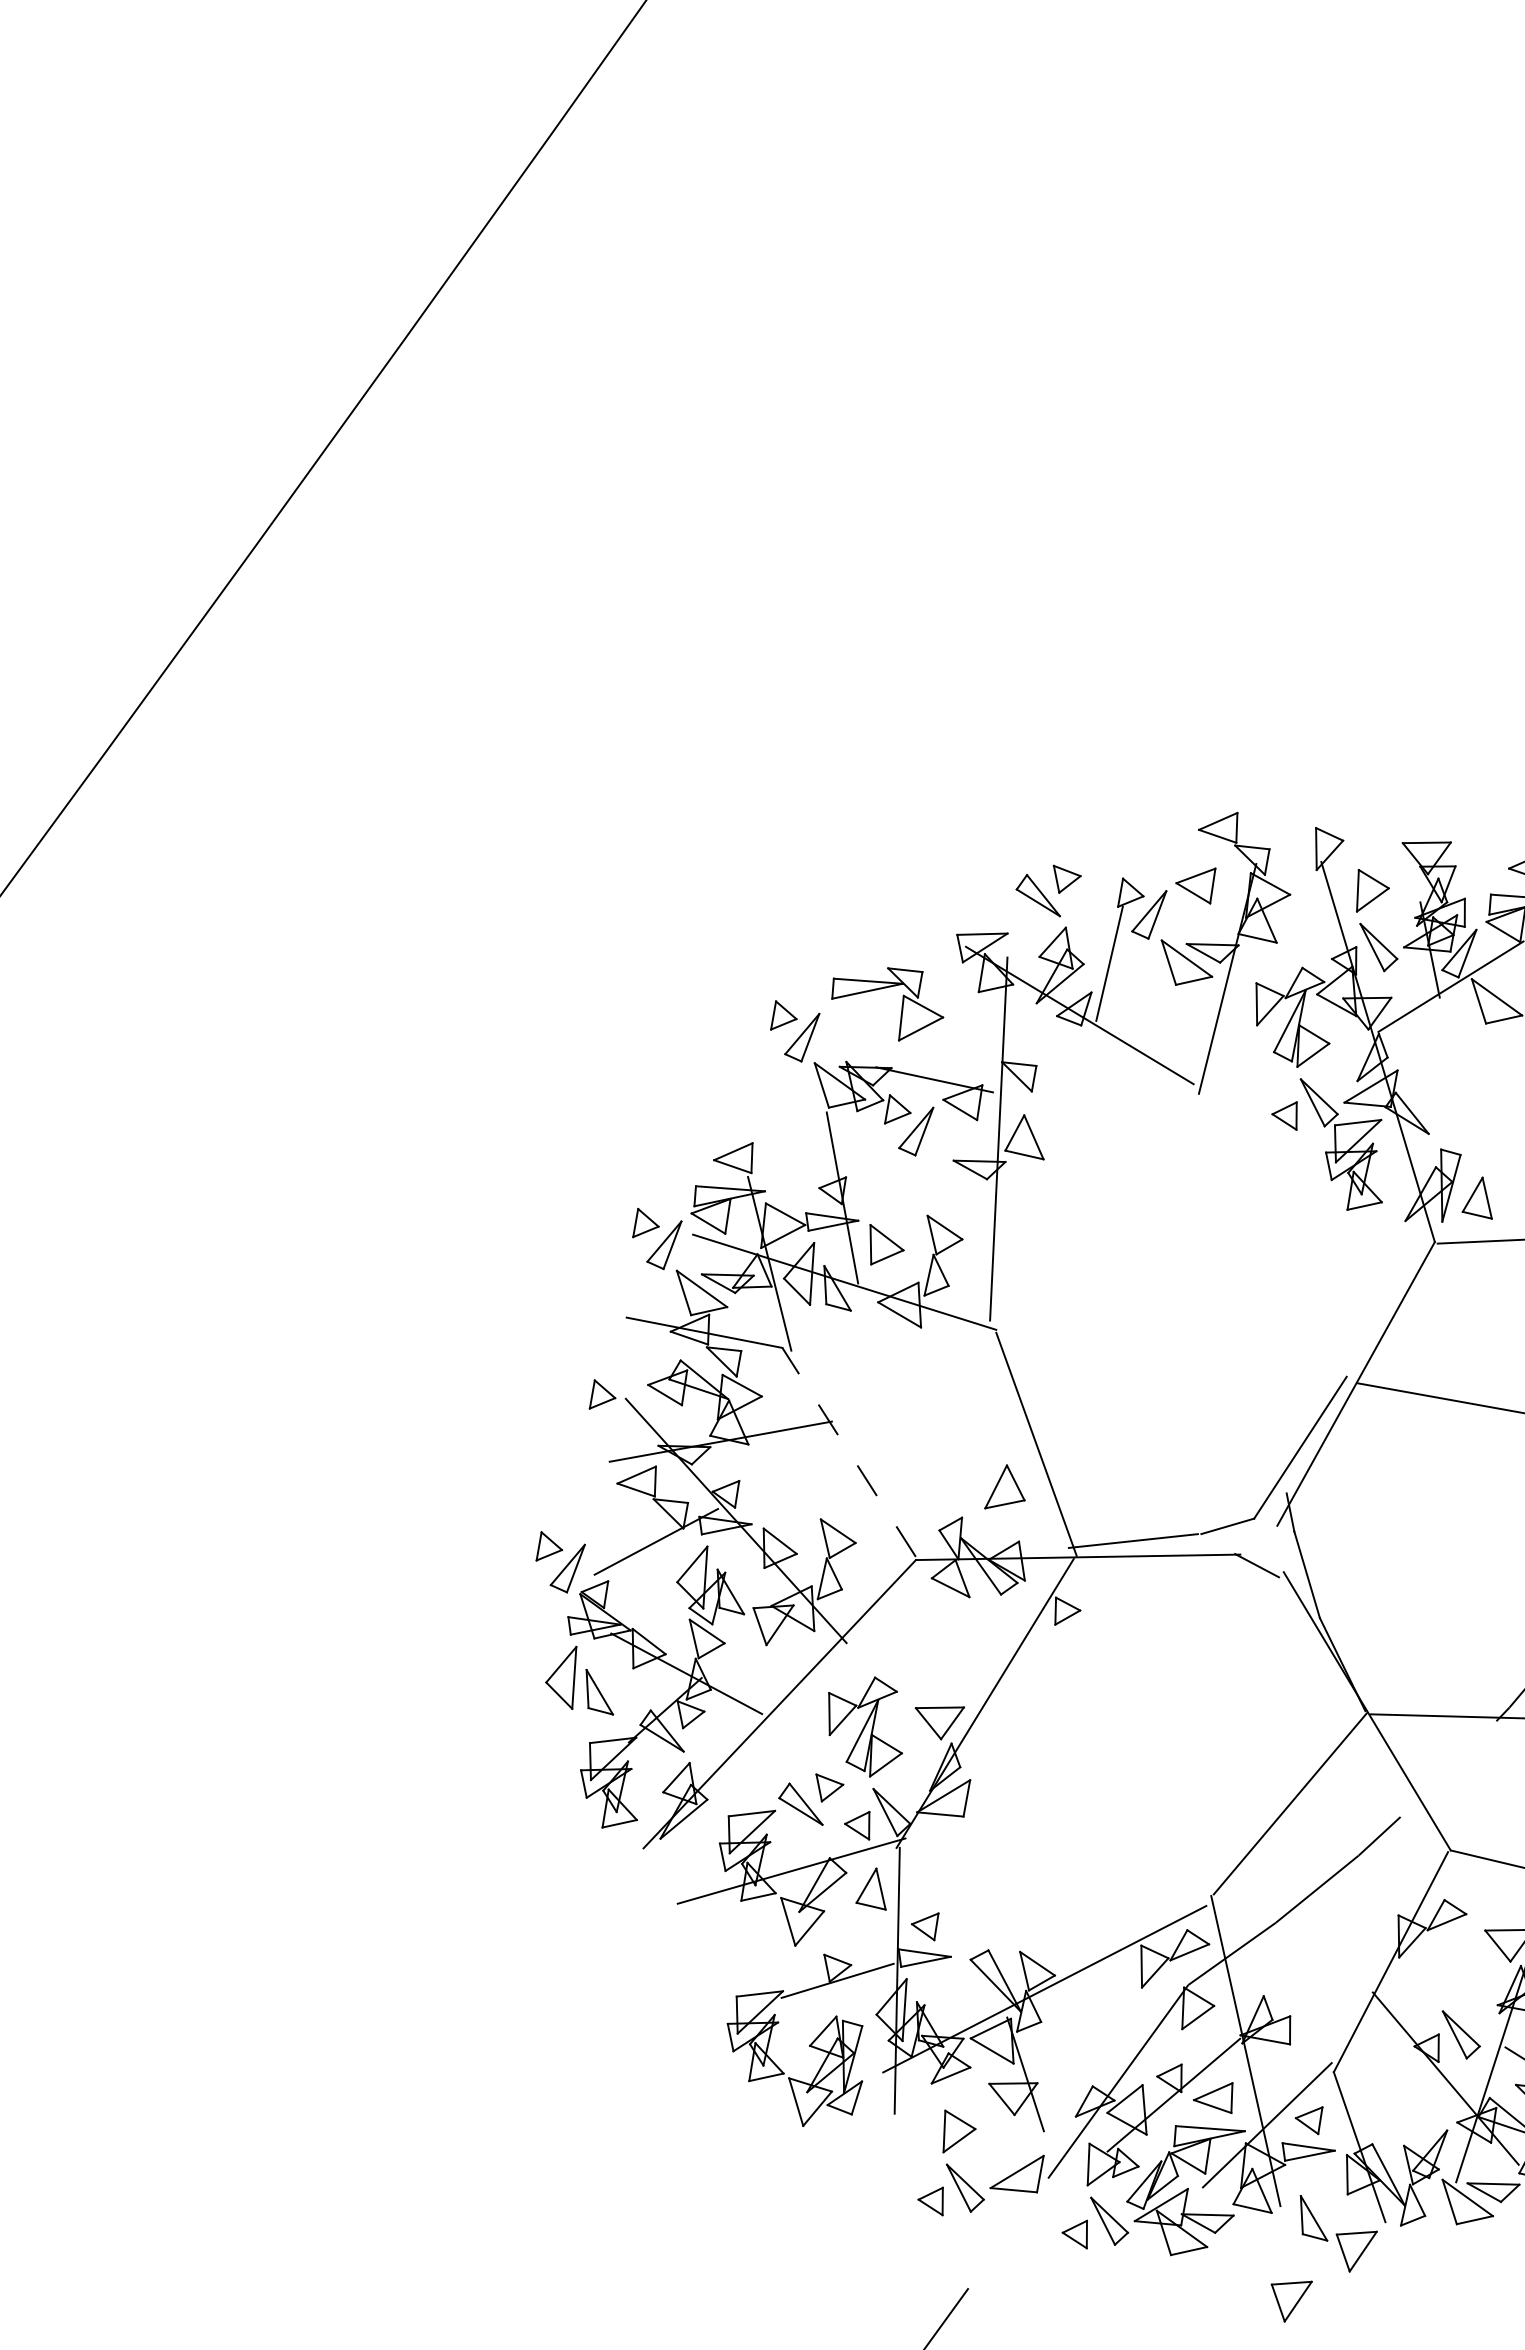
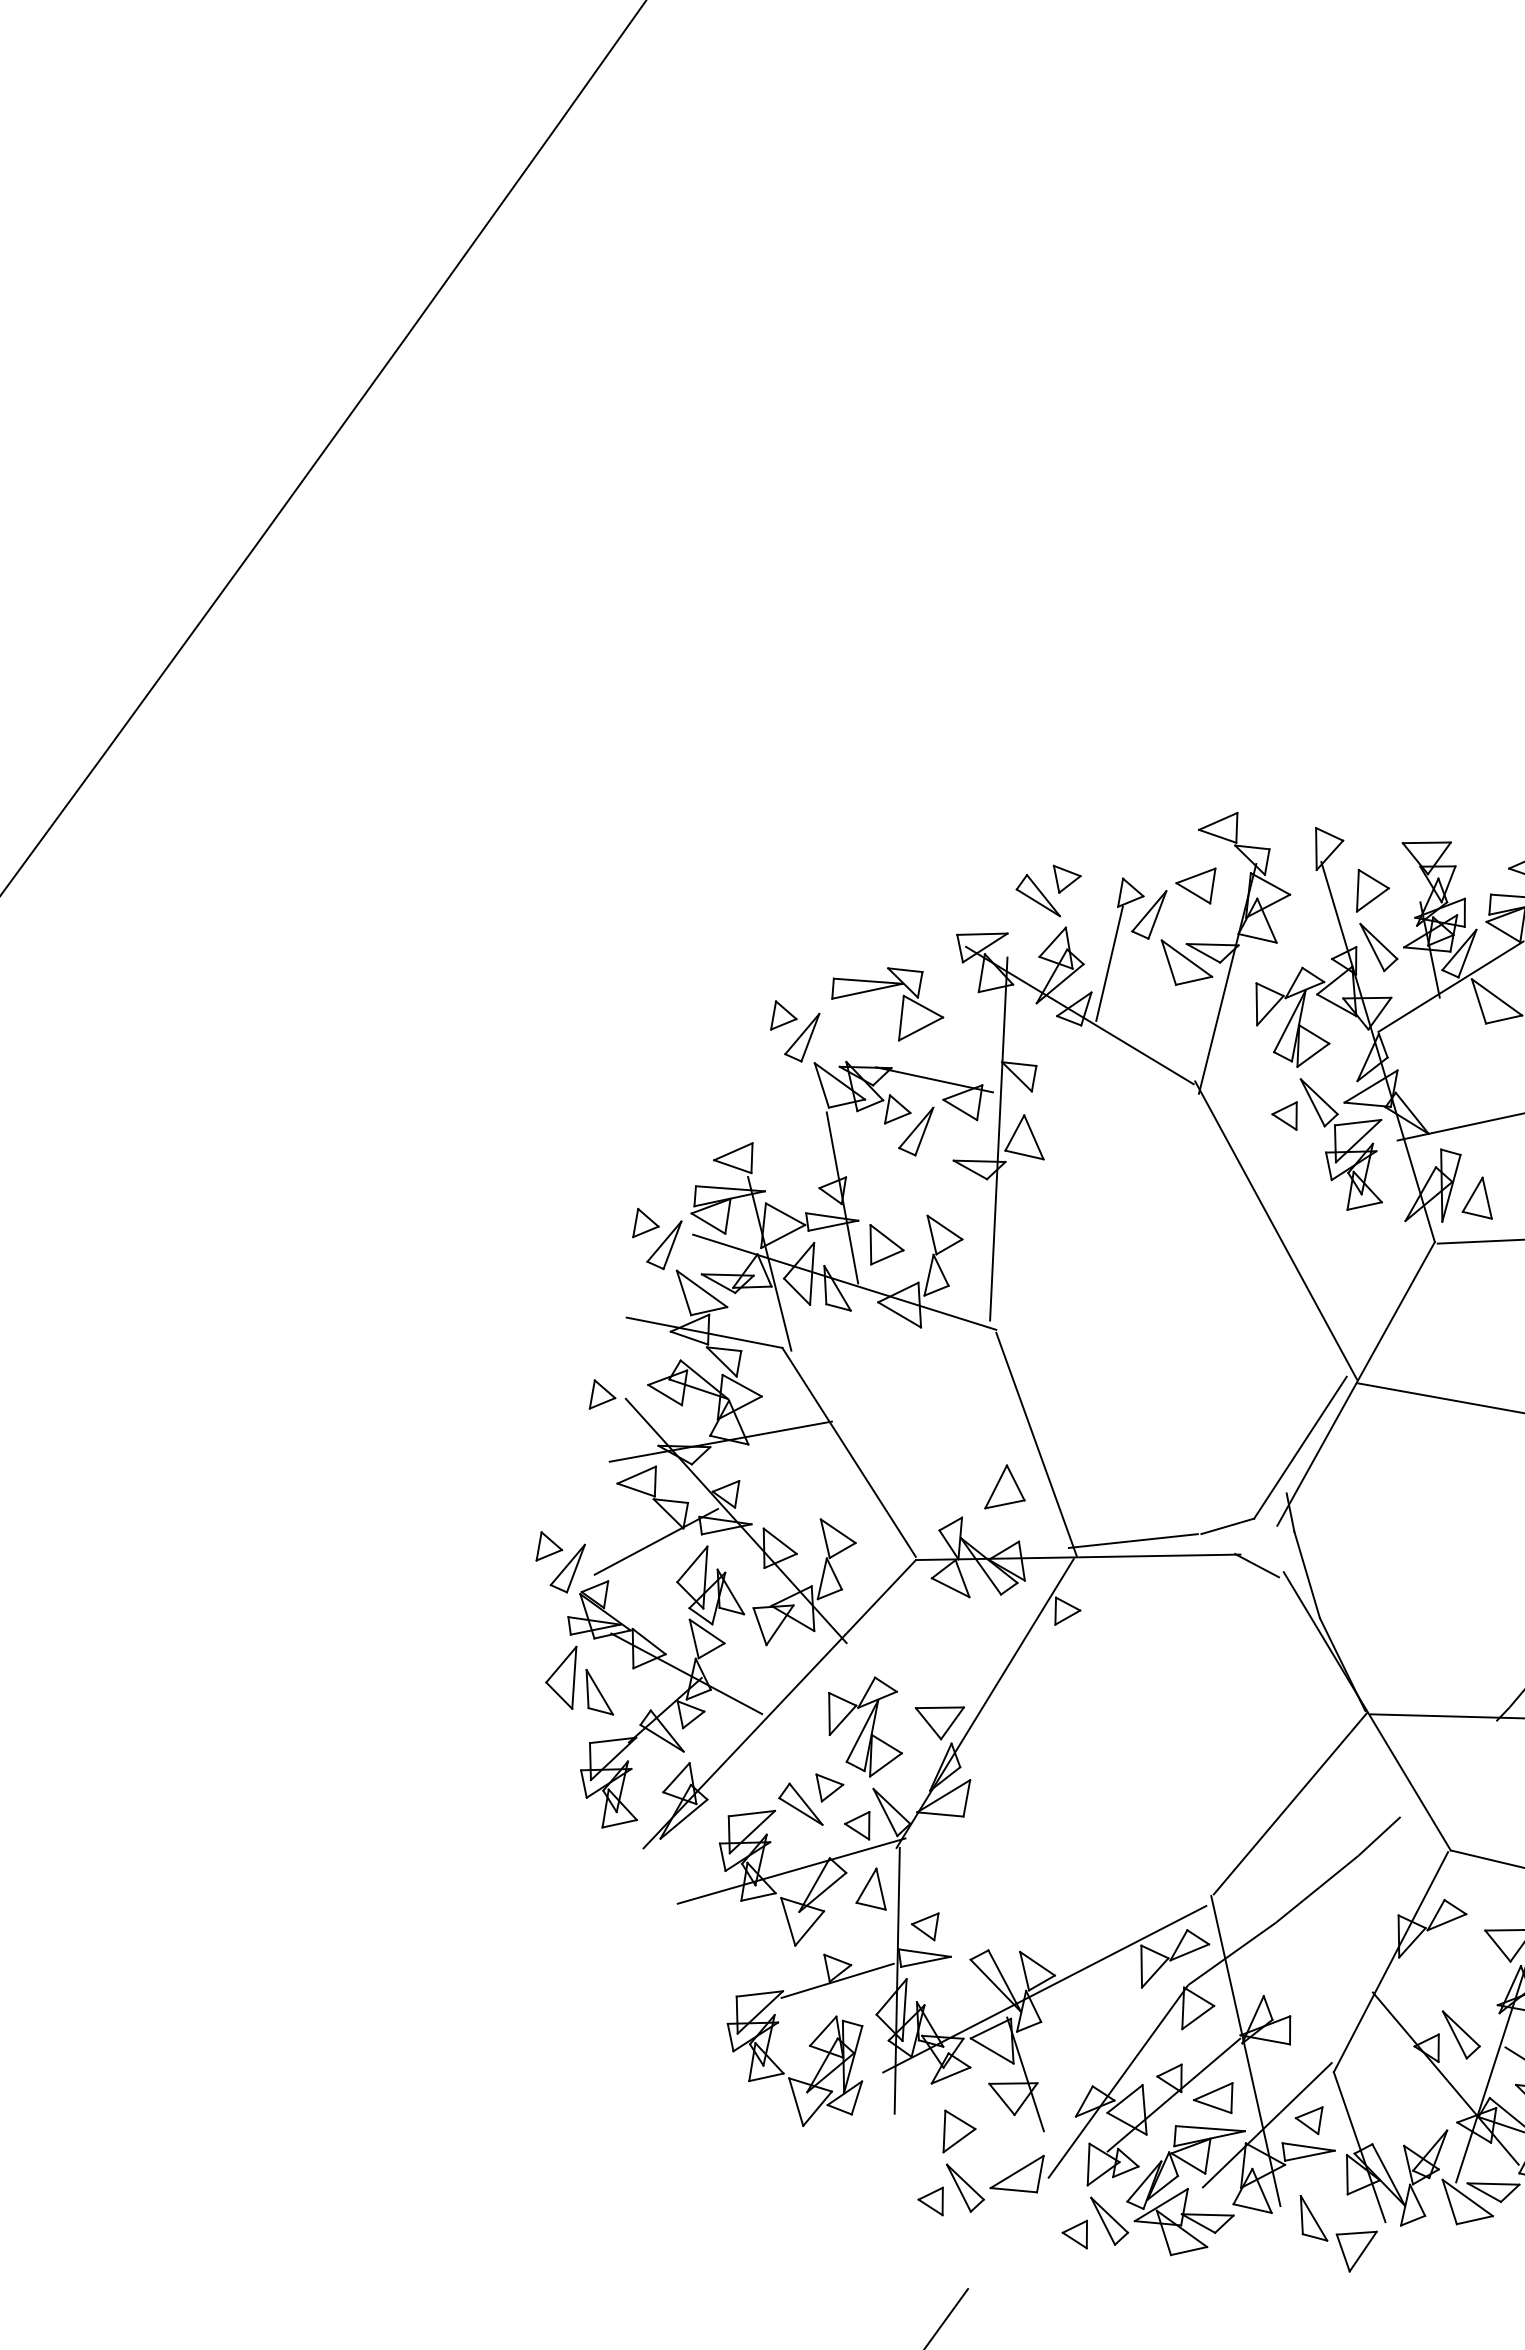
line at (1459, 1126): none -> present
line at (1275, 1230): none -> present
line at (849, 1452): dashed -> solid
part at (1291, 2301): present -> none
